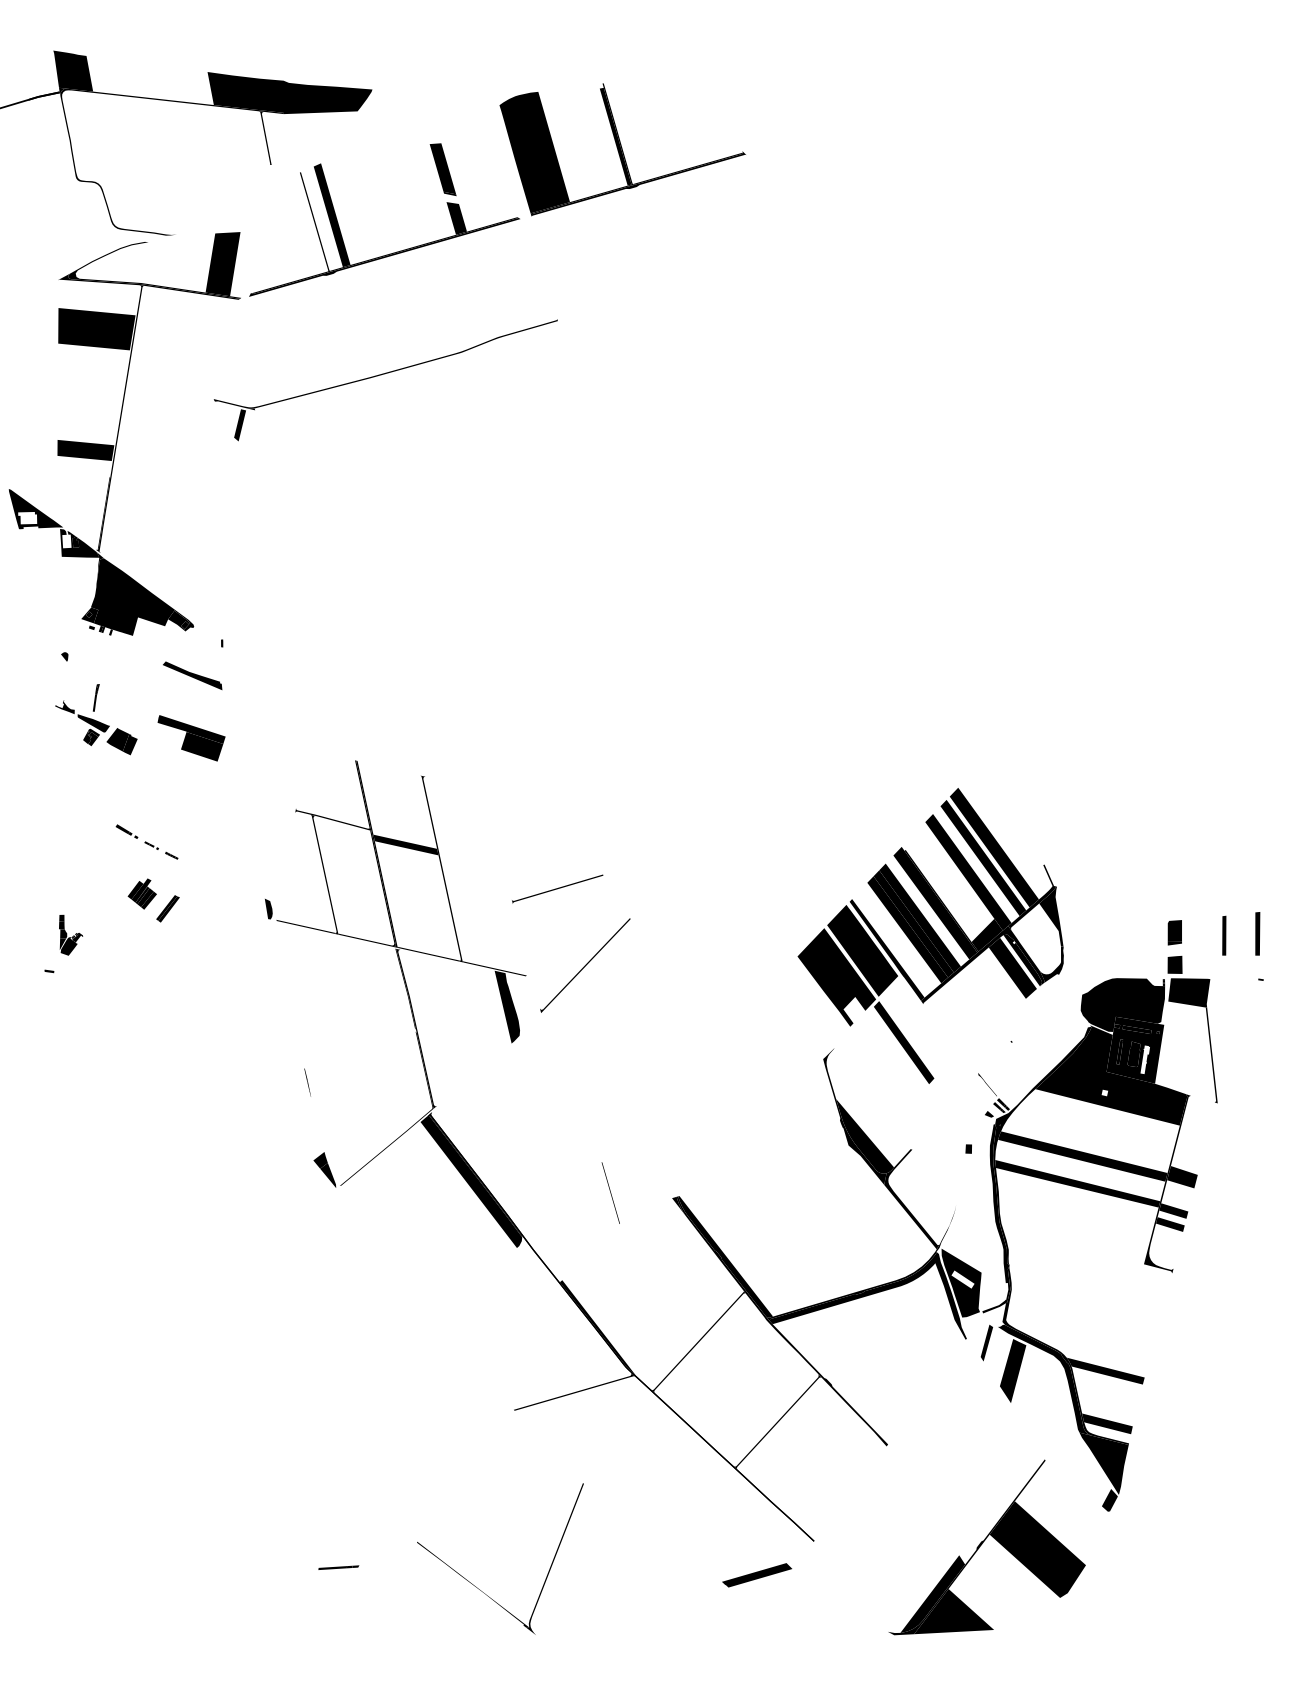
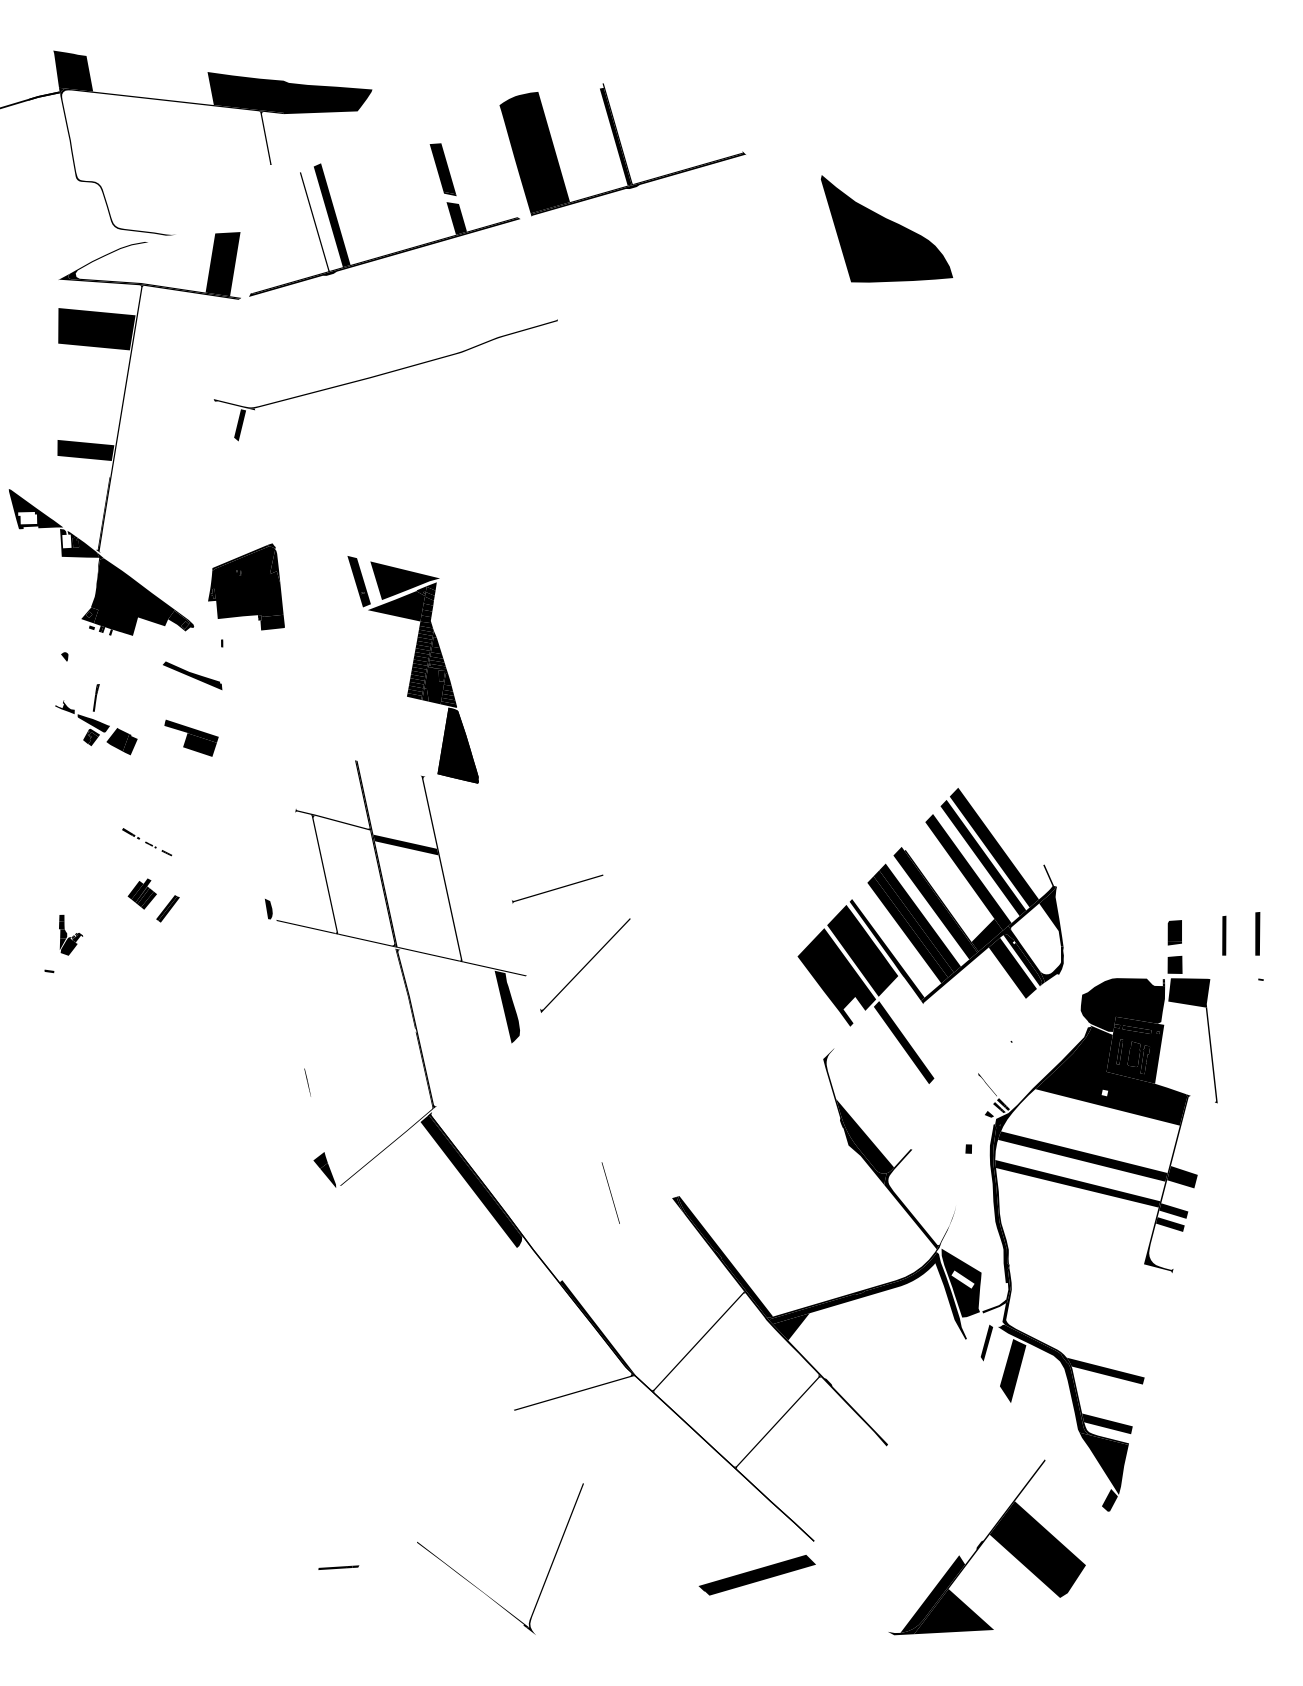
fill at (886, 228): none -> present
part at (246, 586): none -> present
part at (412, 669): none -> present
part at (191, 738) size: 69x47 px -> 55x38 px
part at (146, 841) size: 64x36 px -> 51x29 px
fill at (1145, 1059): none -> present
fill at (790, 1326): none -> present
part at (757, 1575) size: 71x25 px -> 118x41 px
